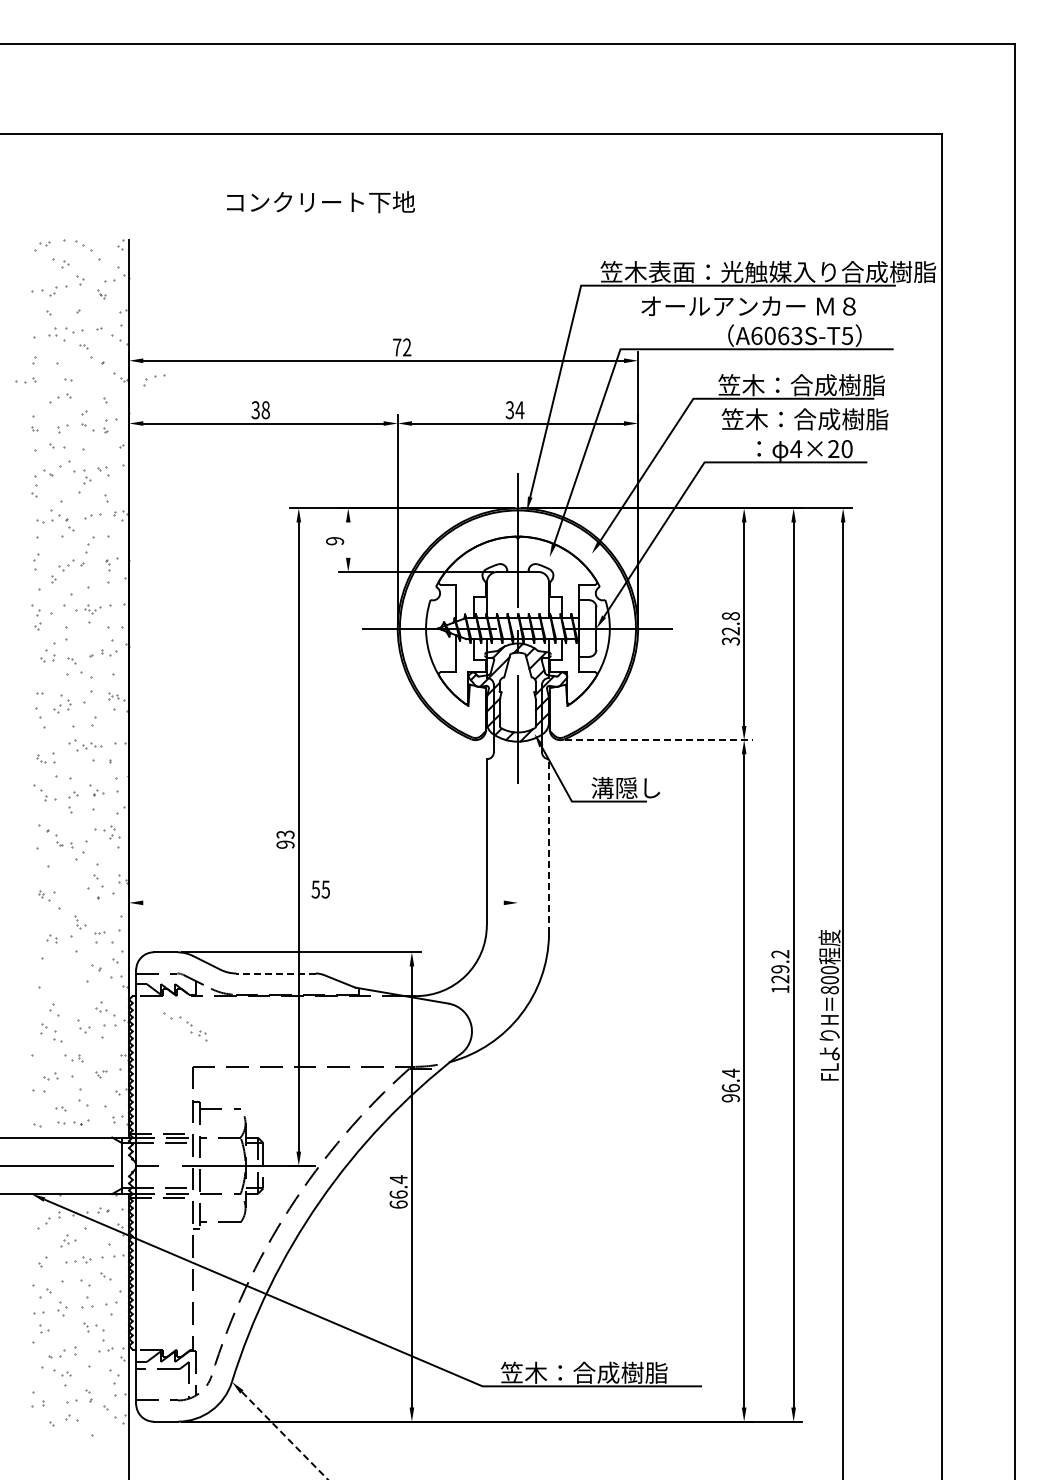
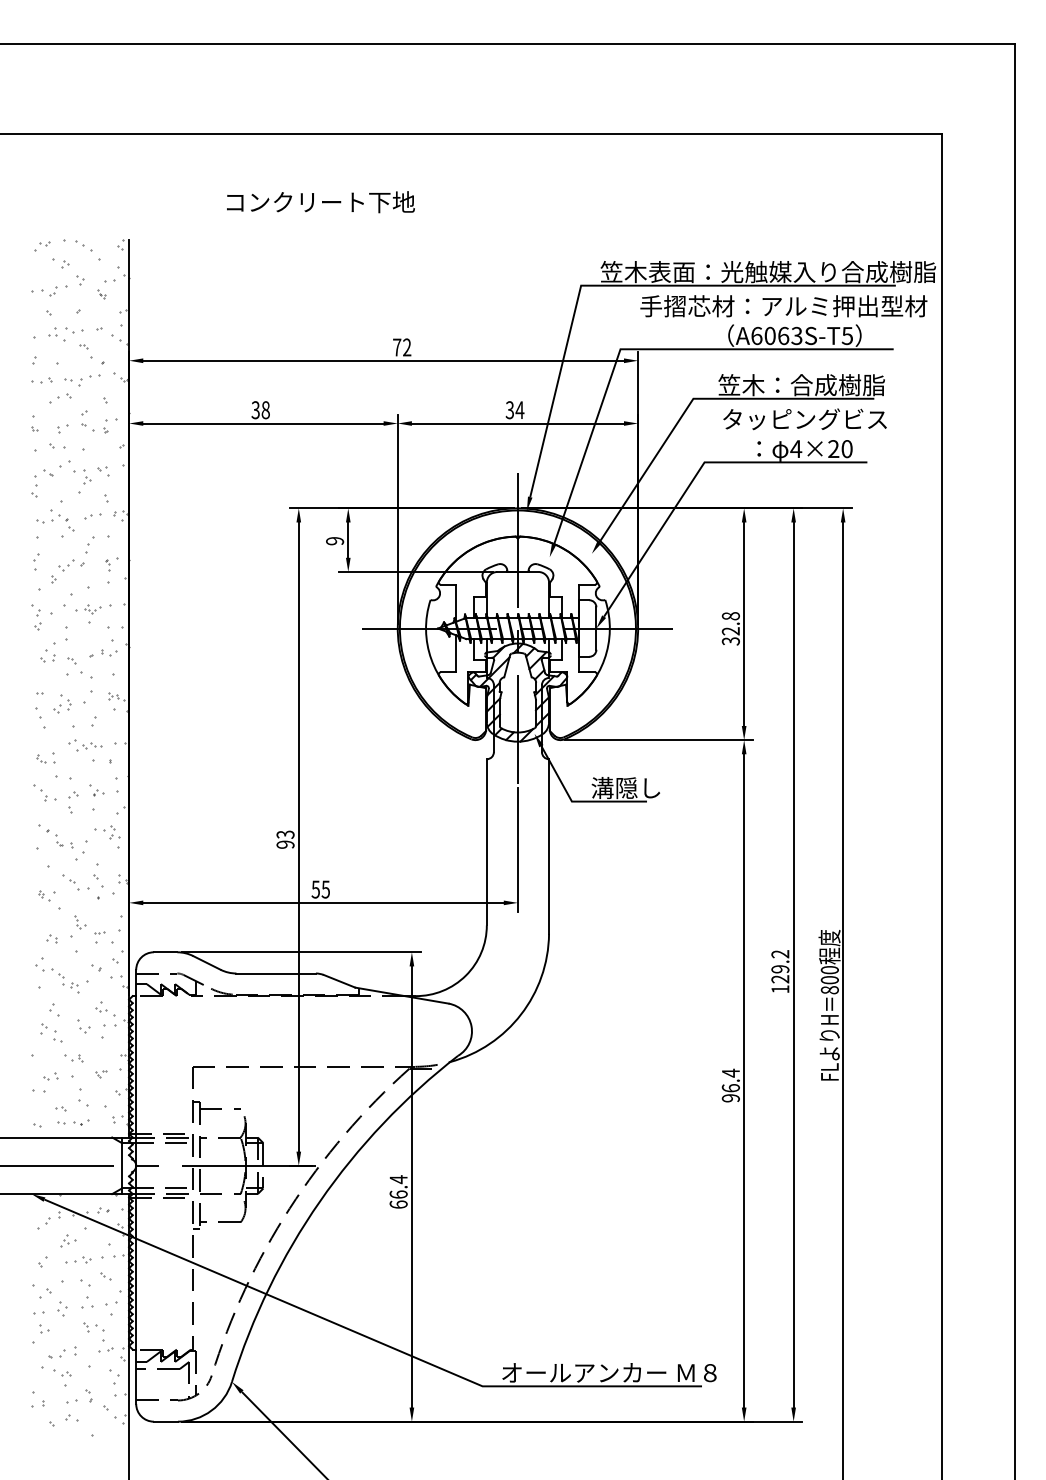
text at (783, 306): オールアンカー Ｍ８ -> 手摺芯材：アルミ押出型材
part at (25, 380) position: (25, 380) -> (41, 380)
part at (154, 380) position: (154, 380) -> (89, 380)
text at (804, 419): 笠木：合成樹脂 -> タッピングビス
line at (348, 539): none -> present
line at (659, 740): dashed -> solid
line at (549, 846): dashed -> solid
line at (517, 849): none -> present
part at (70, 882): none -> present
line at (323, 902): none -> present
line at (276, 973): dashed -> solid
part at (185, 1026) position: (185, 1026) -> (57, 978)
text at (608, 1372): 笠木：合成樹脂 -> オールアンカー Ｍ８
line at (285, 1436): dashed -> solid
